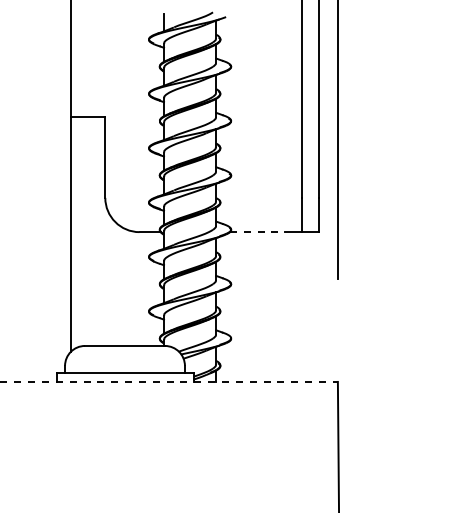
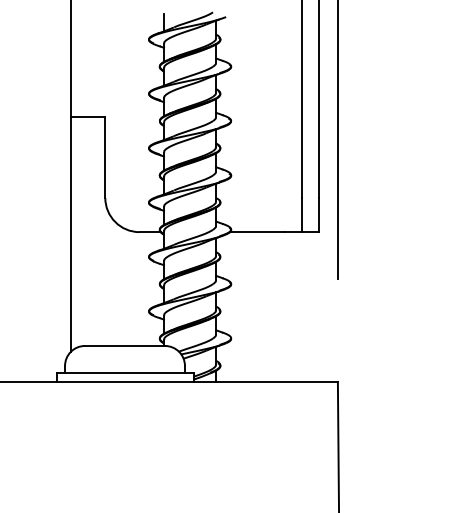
line at (257, 232): dashed -> solid
line at (169, 381): dashed -> solid
